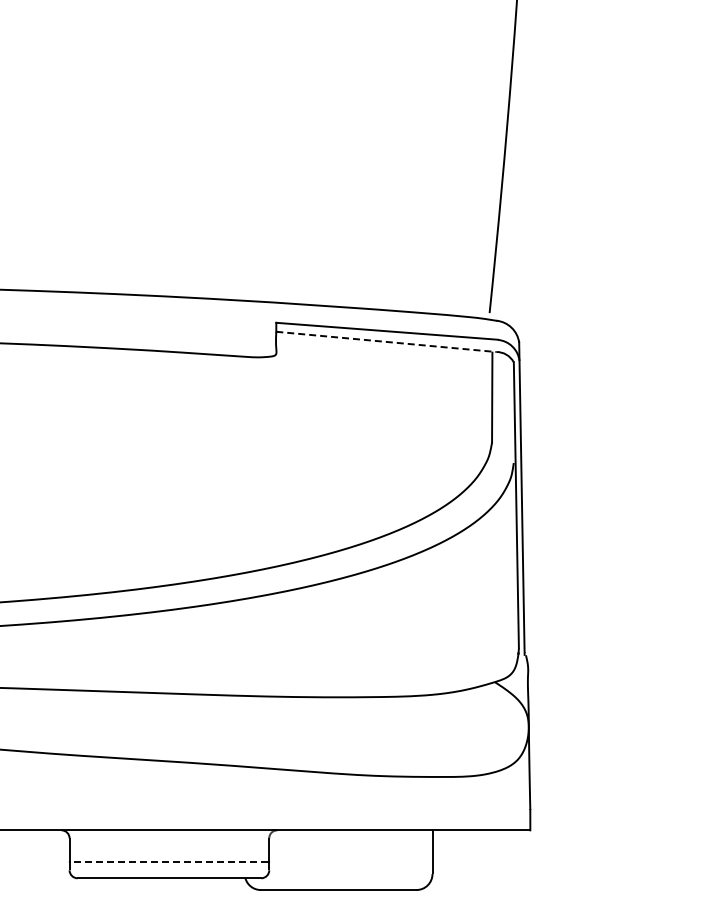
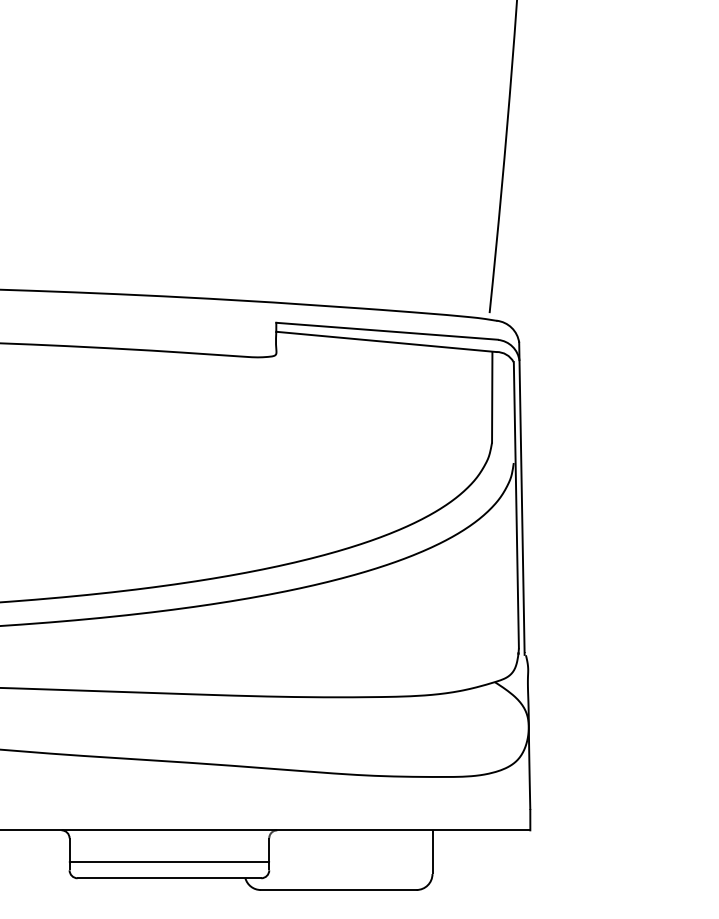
line at (386, 341): dashed -> solid
line at (168, 862): dashed -> solid
